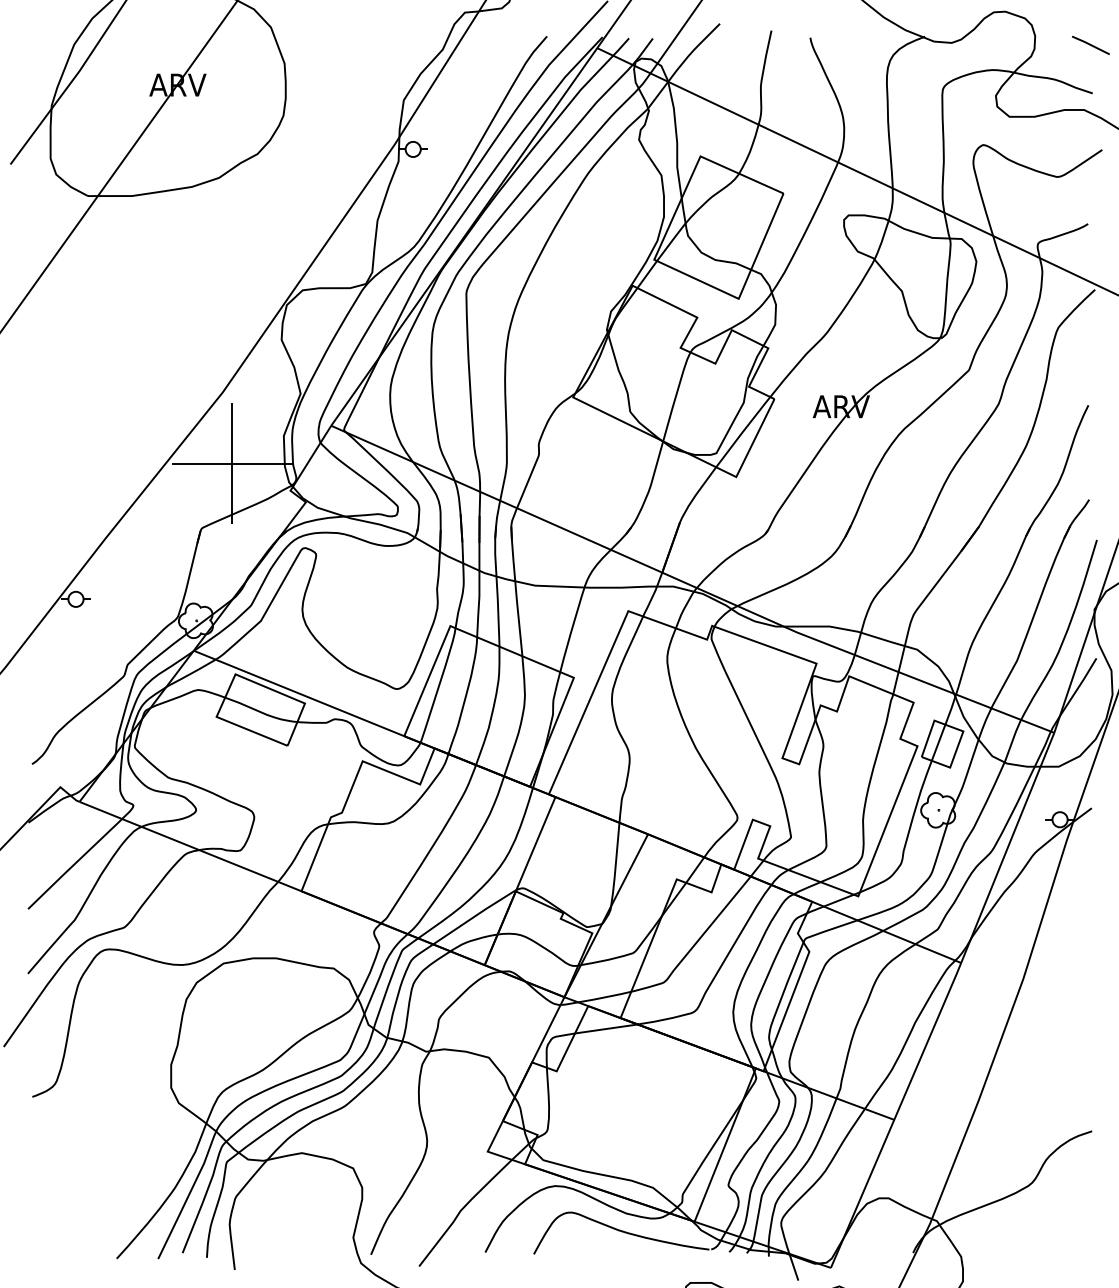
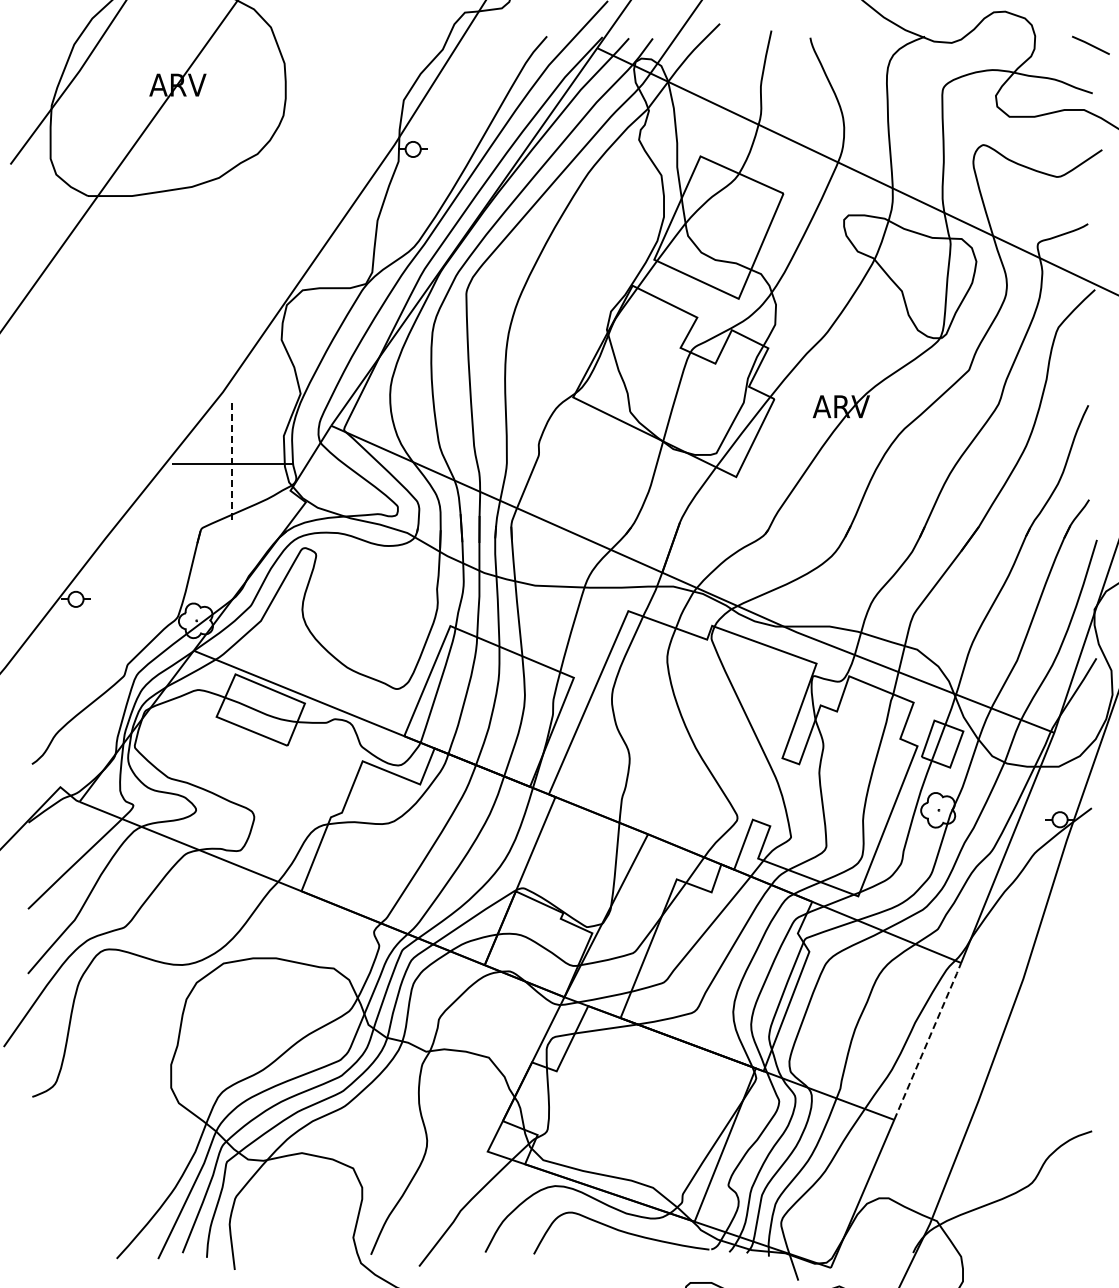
line at (232, 463): solid -> dashed
line at (928, 1040): solid -> dashed
